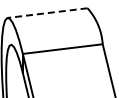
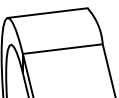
line at (47, 13): dashed -> solid
